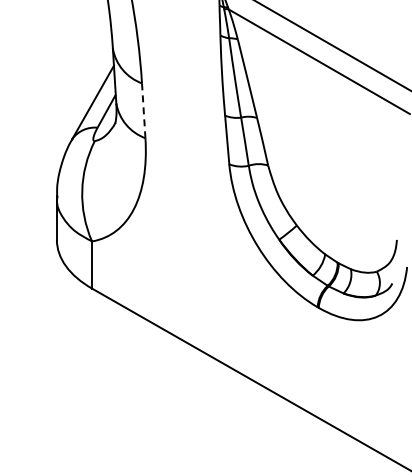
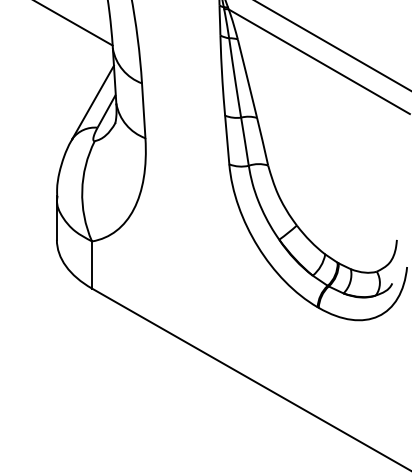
line at (74, 23): none -> present
line at (143, 111): dashed -> solid
